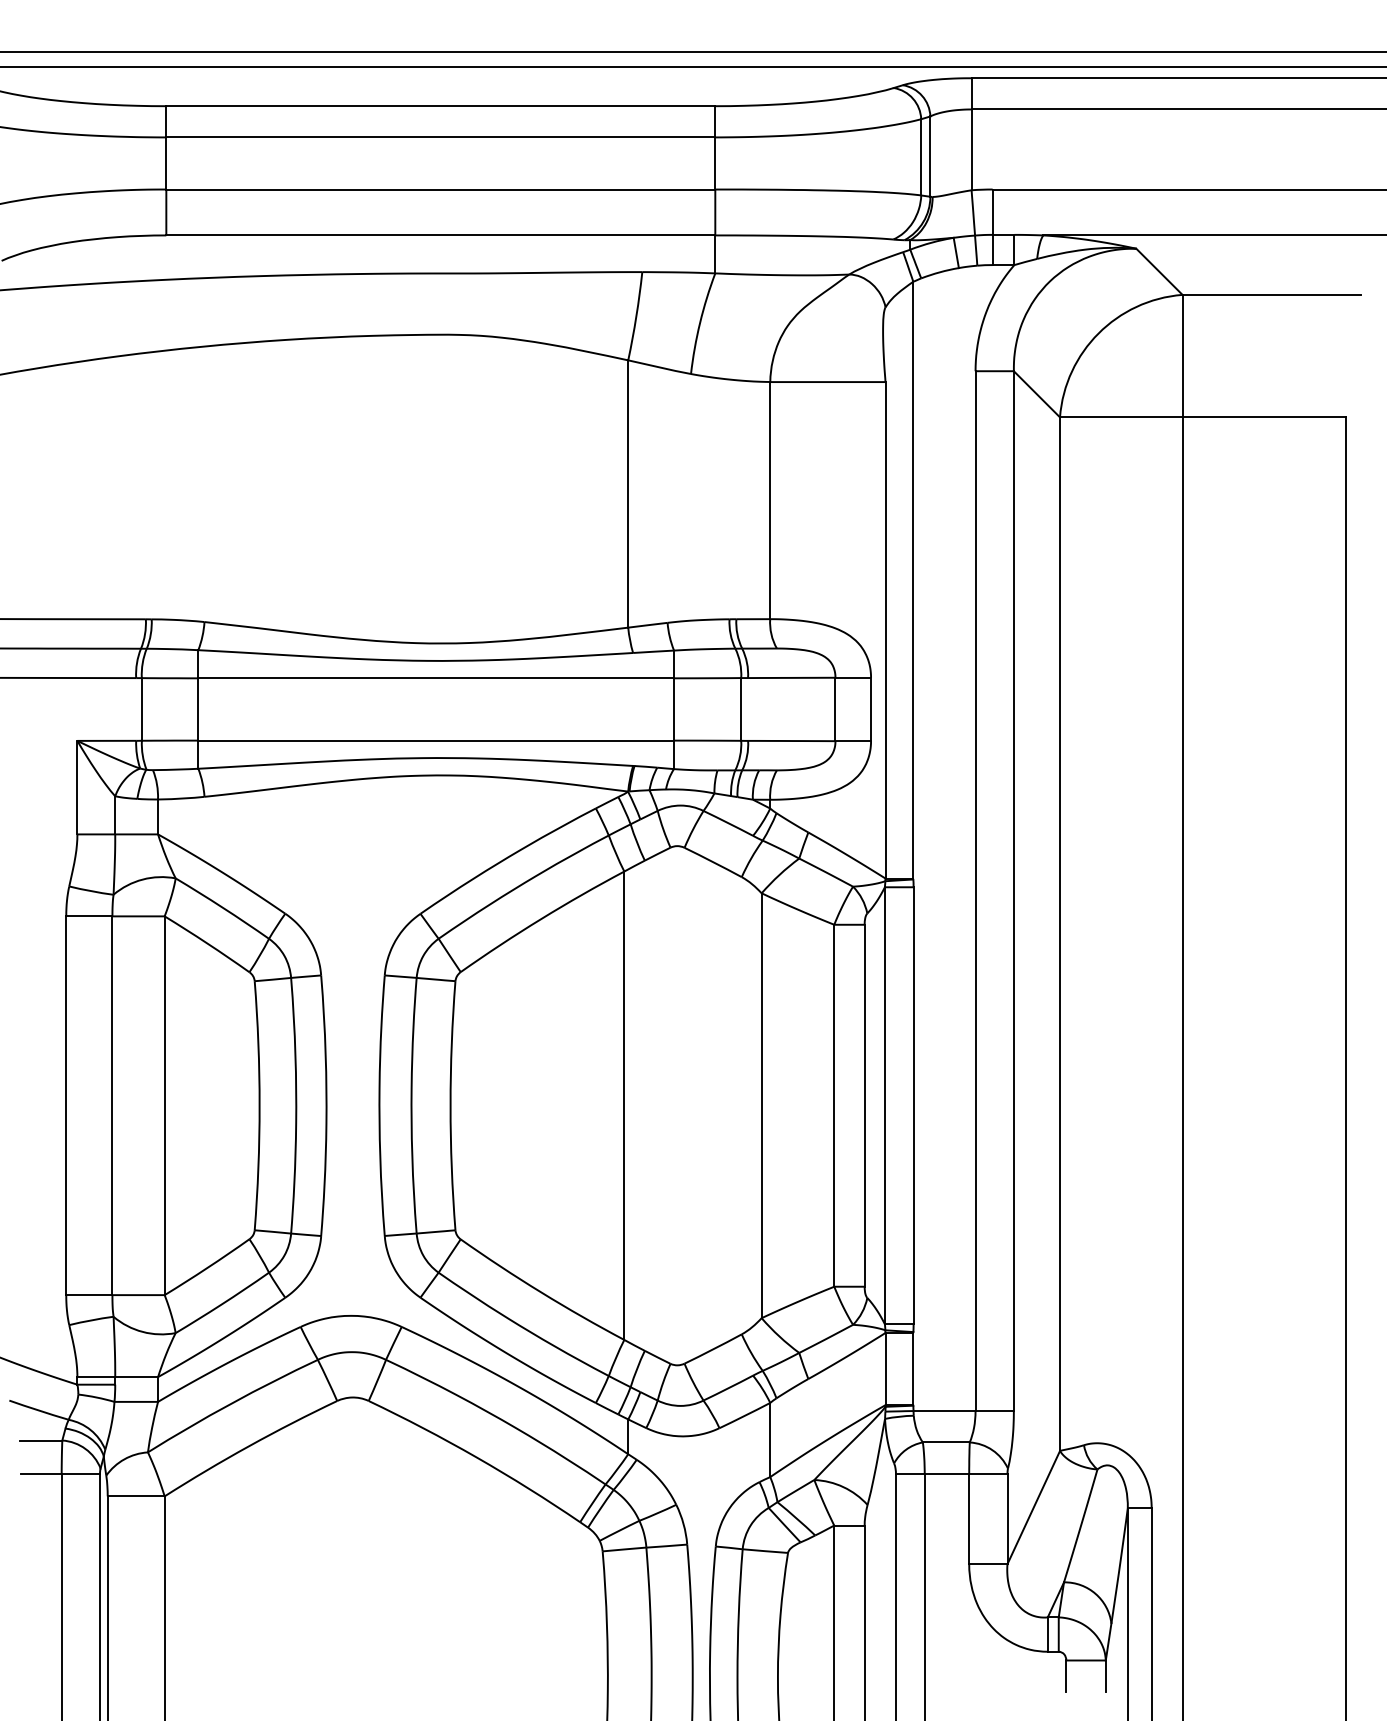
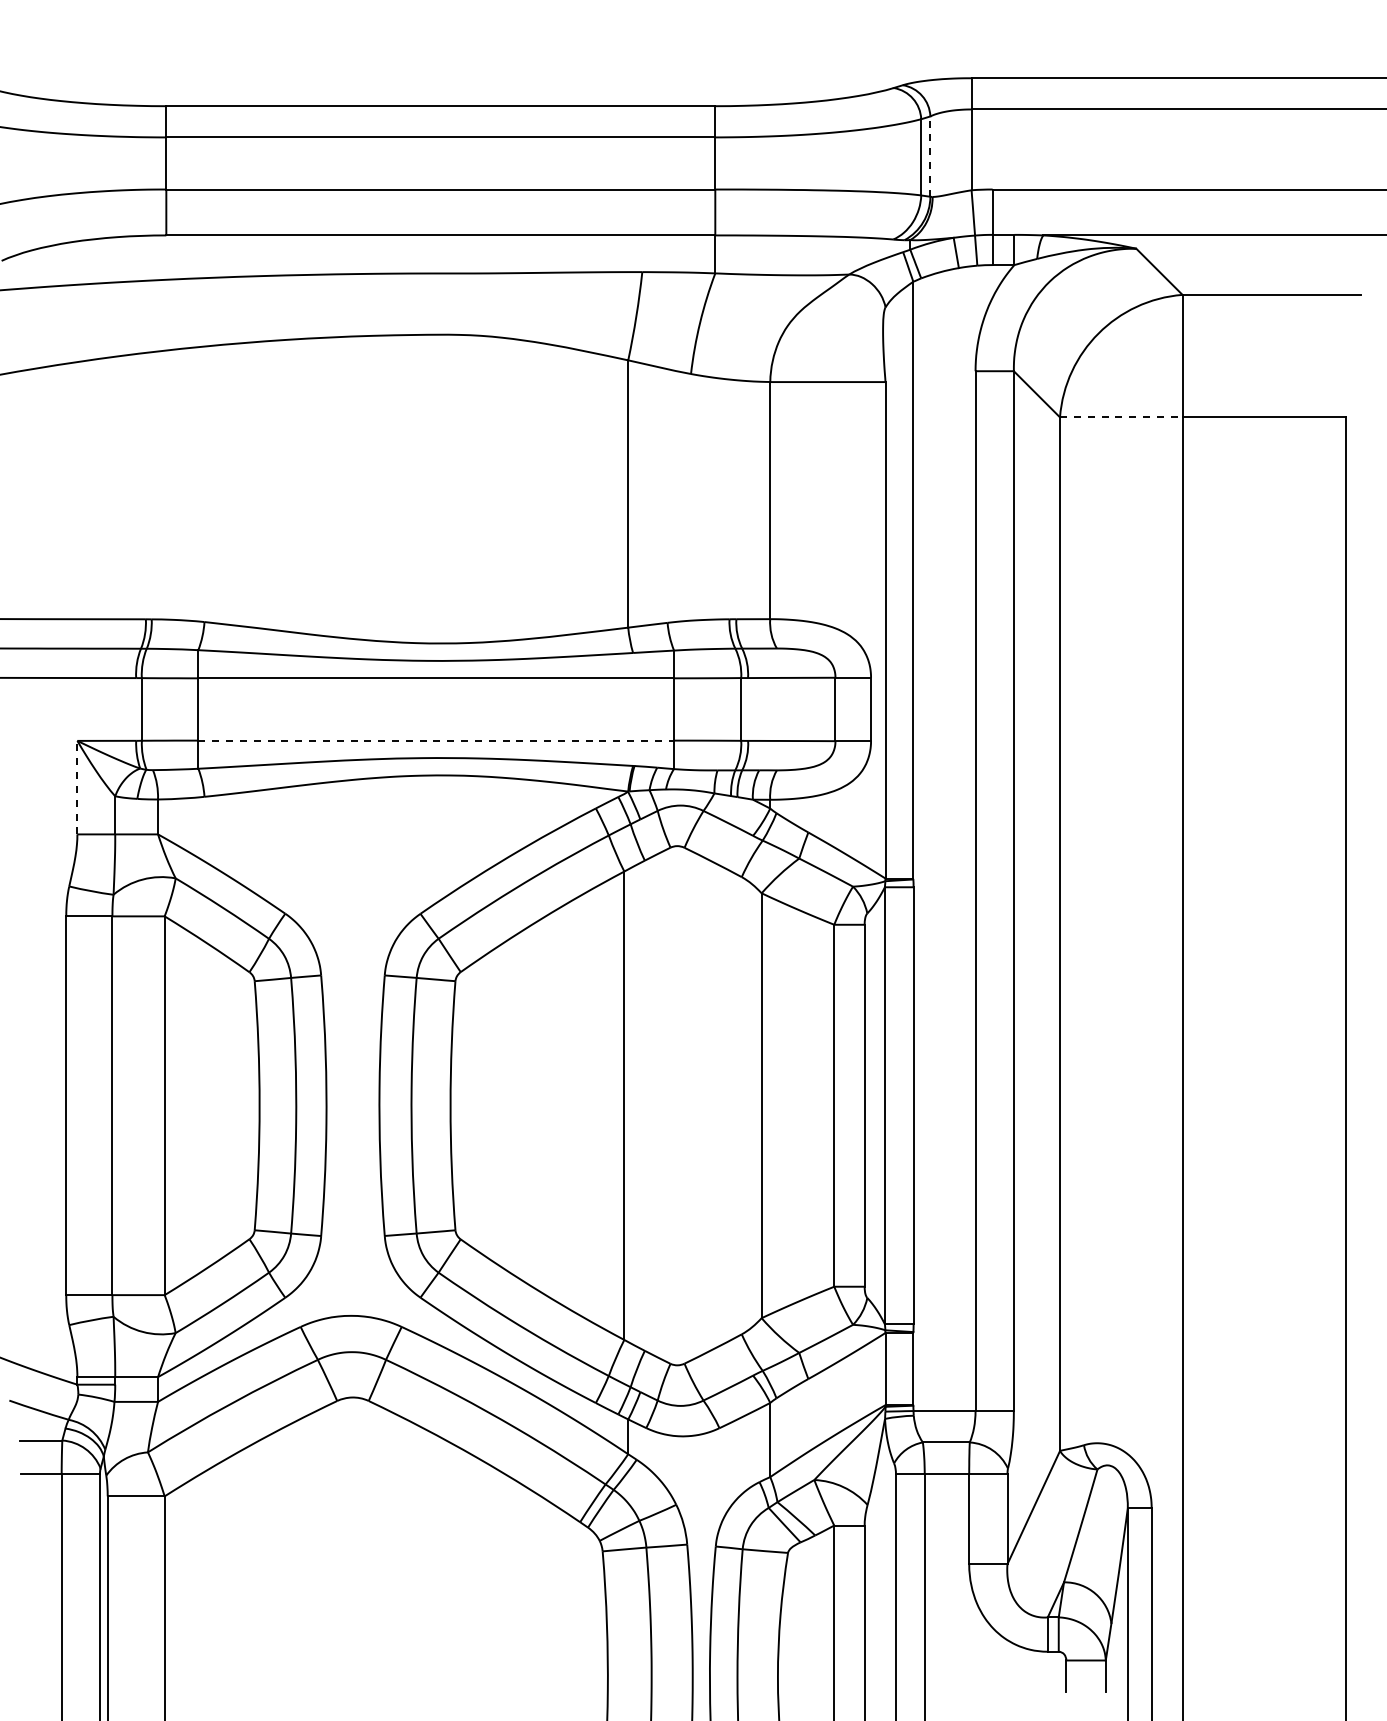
line at (692, 51): present -> none
line at (692, 67): present -> none
line at (930, 156): solid -> dashed
line at (1121, 417): solid -> dashed
line at (436, 740): solid -> dashed
line at (77, 787): solid -> dashed
